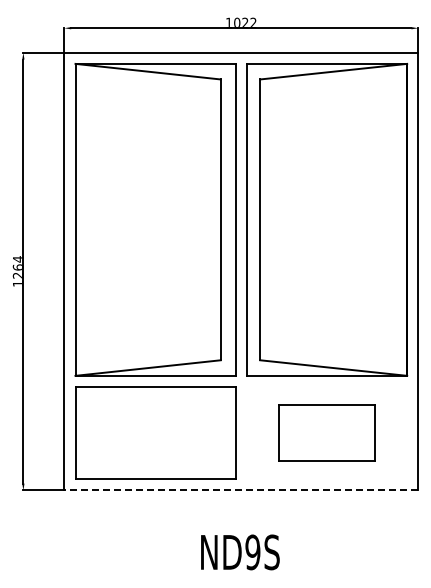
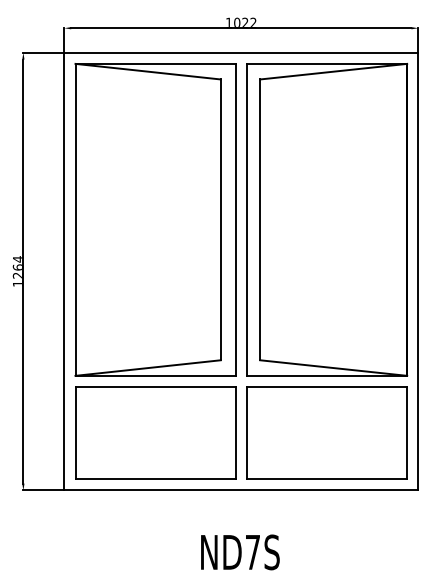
part at (326, 432) size: 98x58 px -> 162x94 px
line at (241, 490): dashed -> solid
text at (252, 552): ND9S -> ND7S
